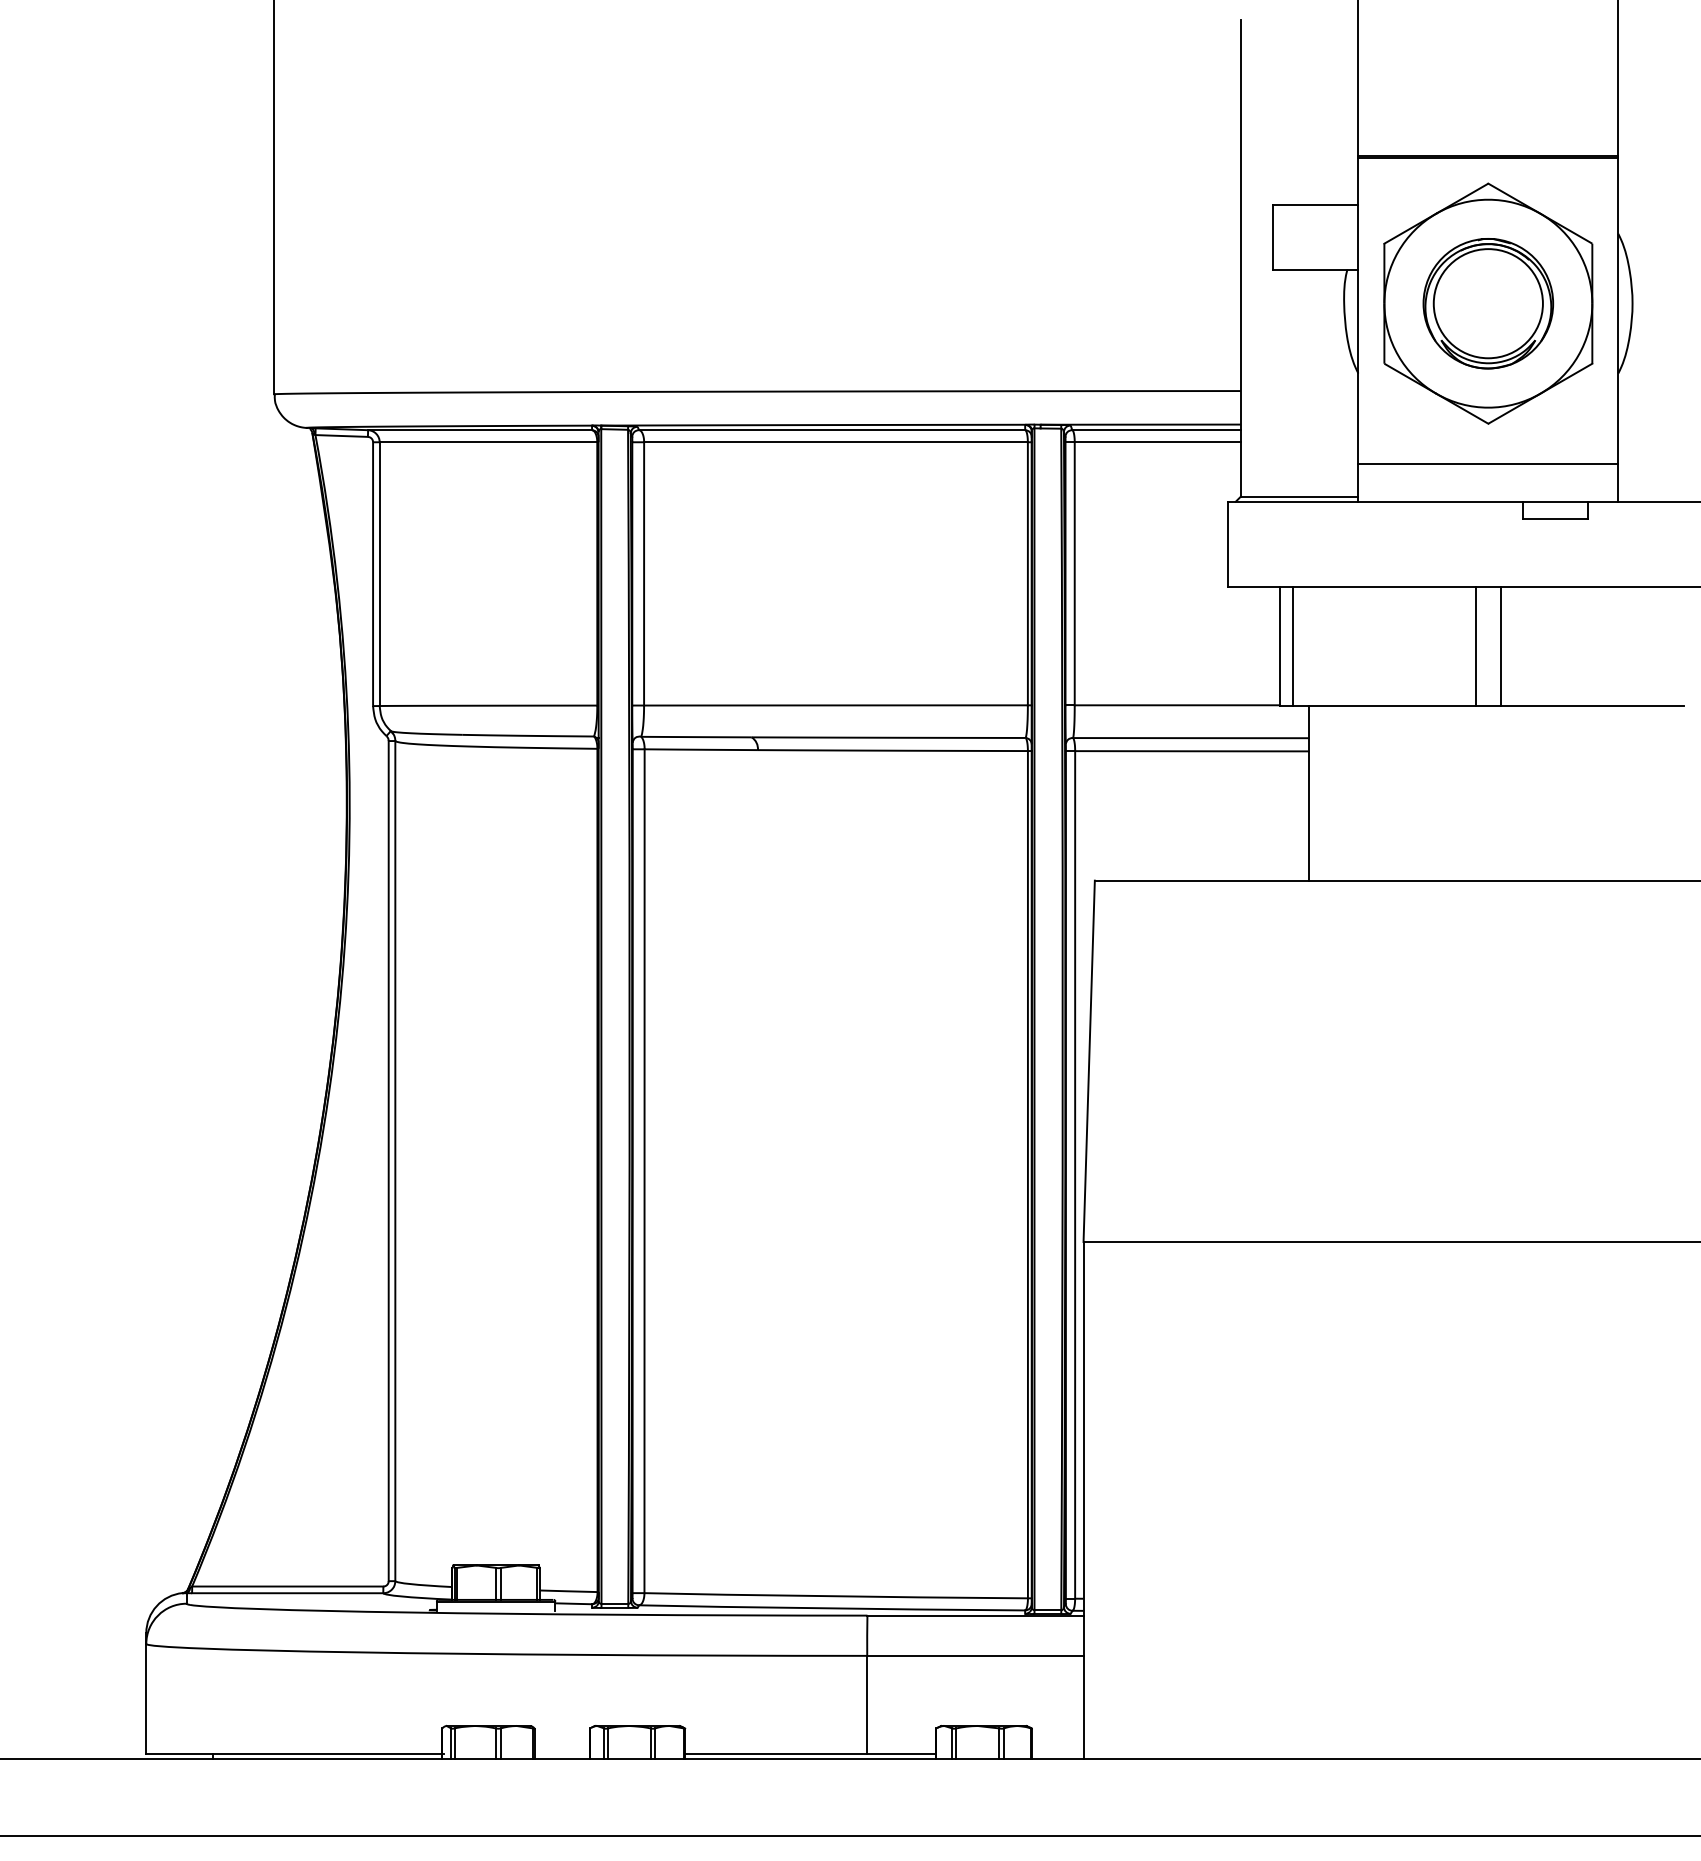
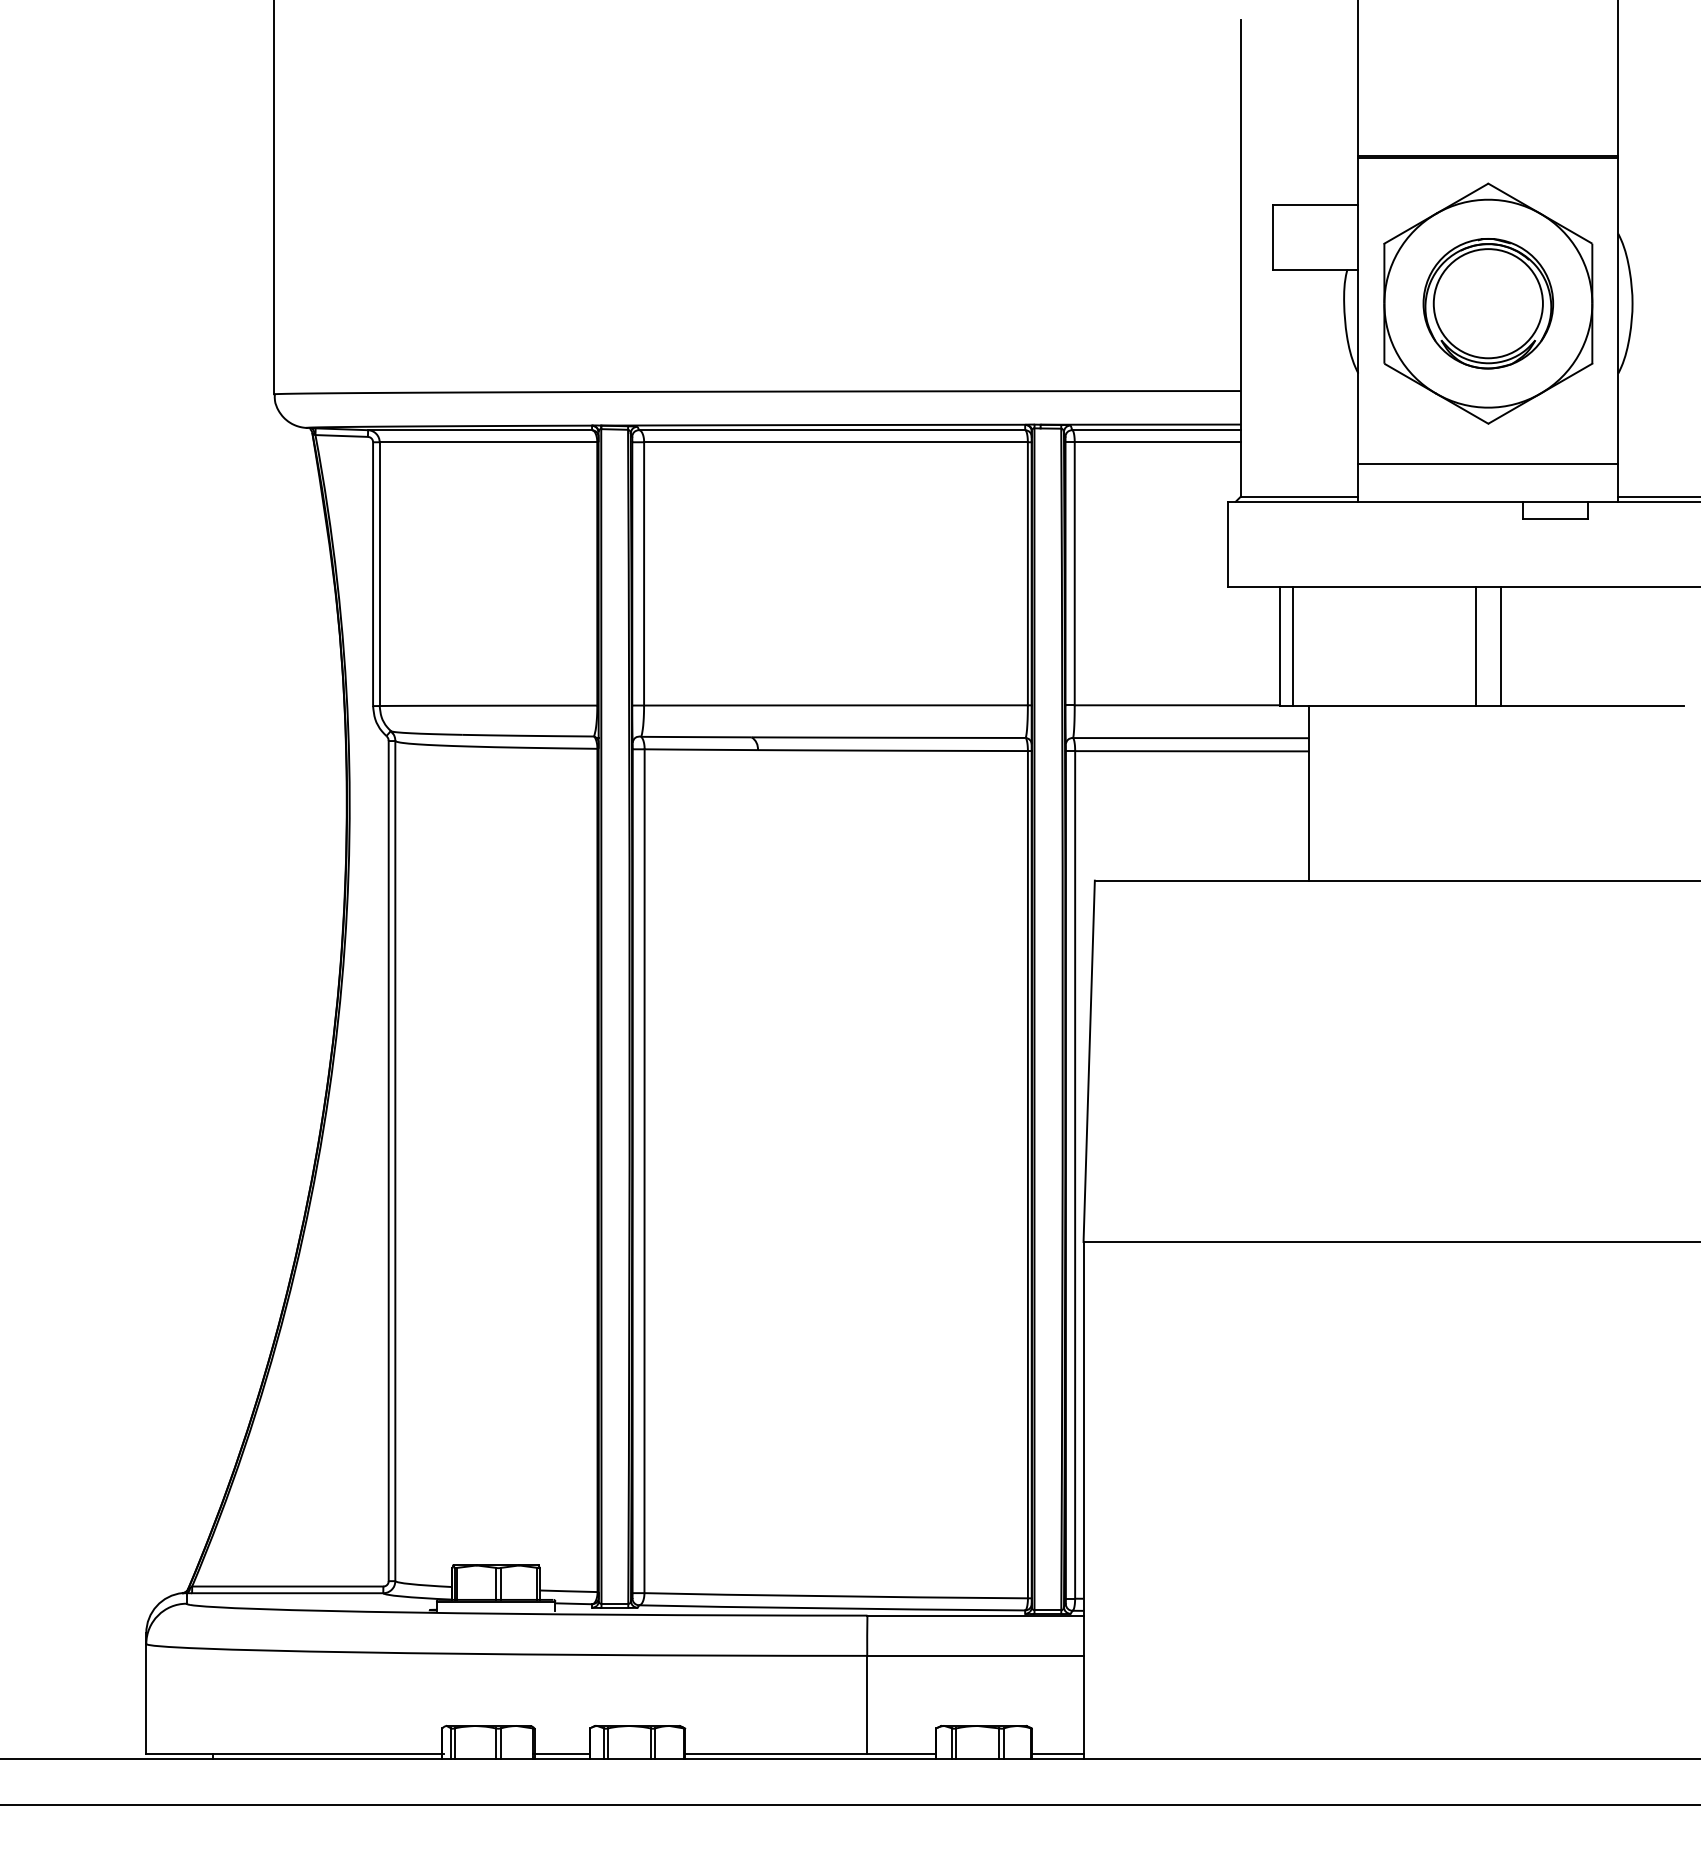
line at (1657, 496): none -> present
line at (561, 1753): none -> present
line at (1057, 1753): none -> present
line at (849, 1836) position: (849, 1836) -> (849, 1805)
